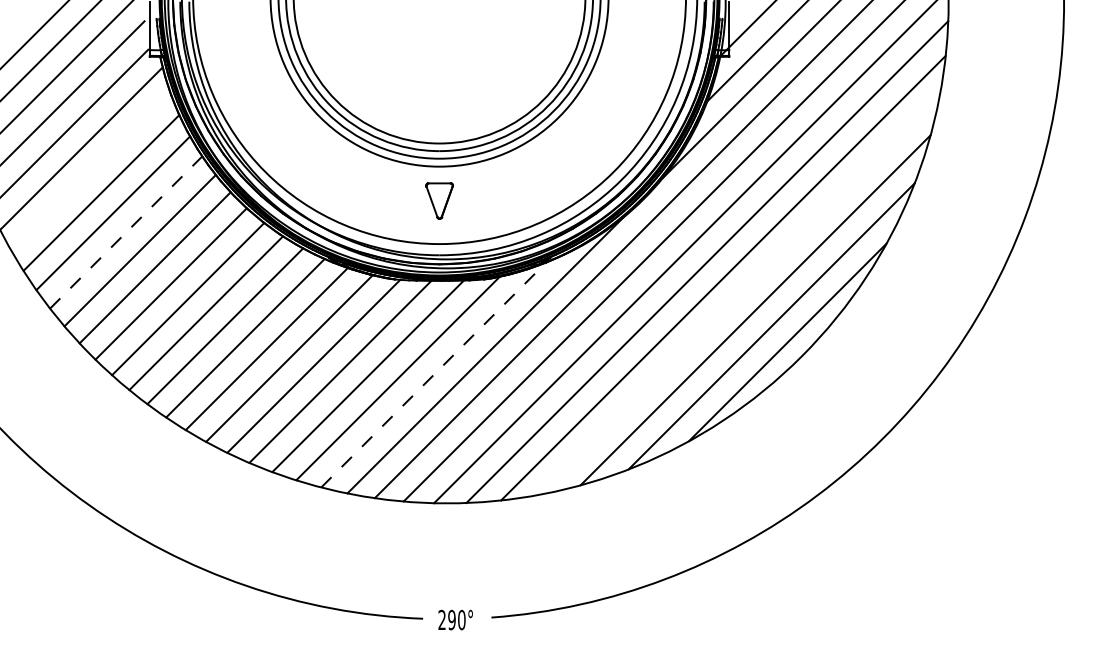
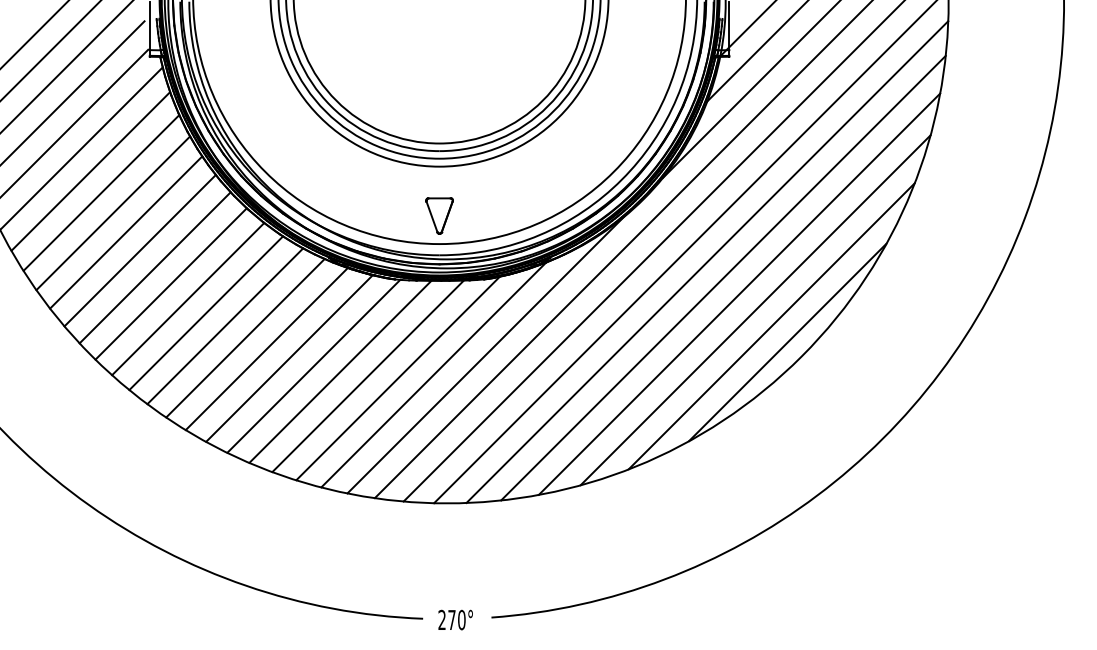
line at (90, 171): none -> present
part at (439, 200) position: (439, 200) -> (439, 215)
line at (126, 232): dashed -> solid
line at (739, 293): none -> present
line at (434, 374): dashed -> solid
text at (451, 619): 290° -> 270°
